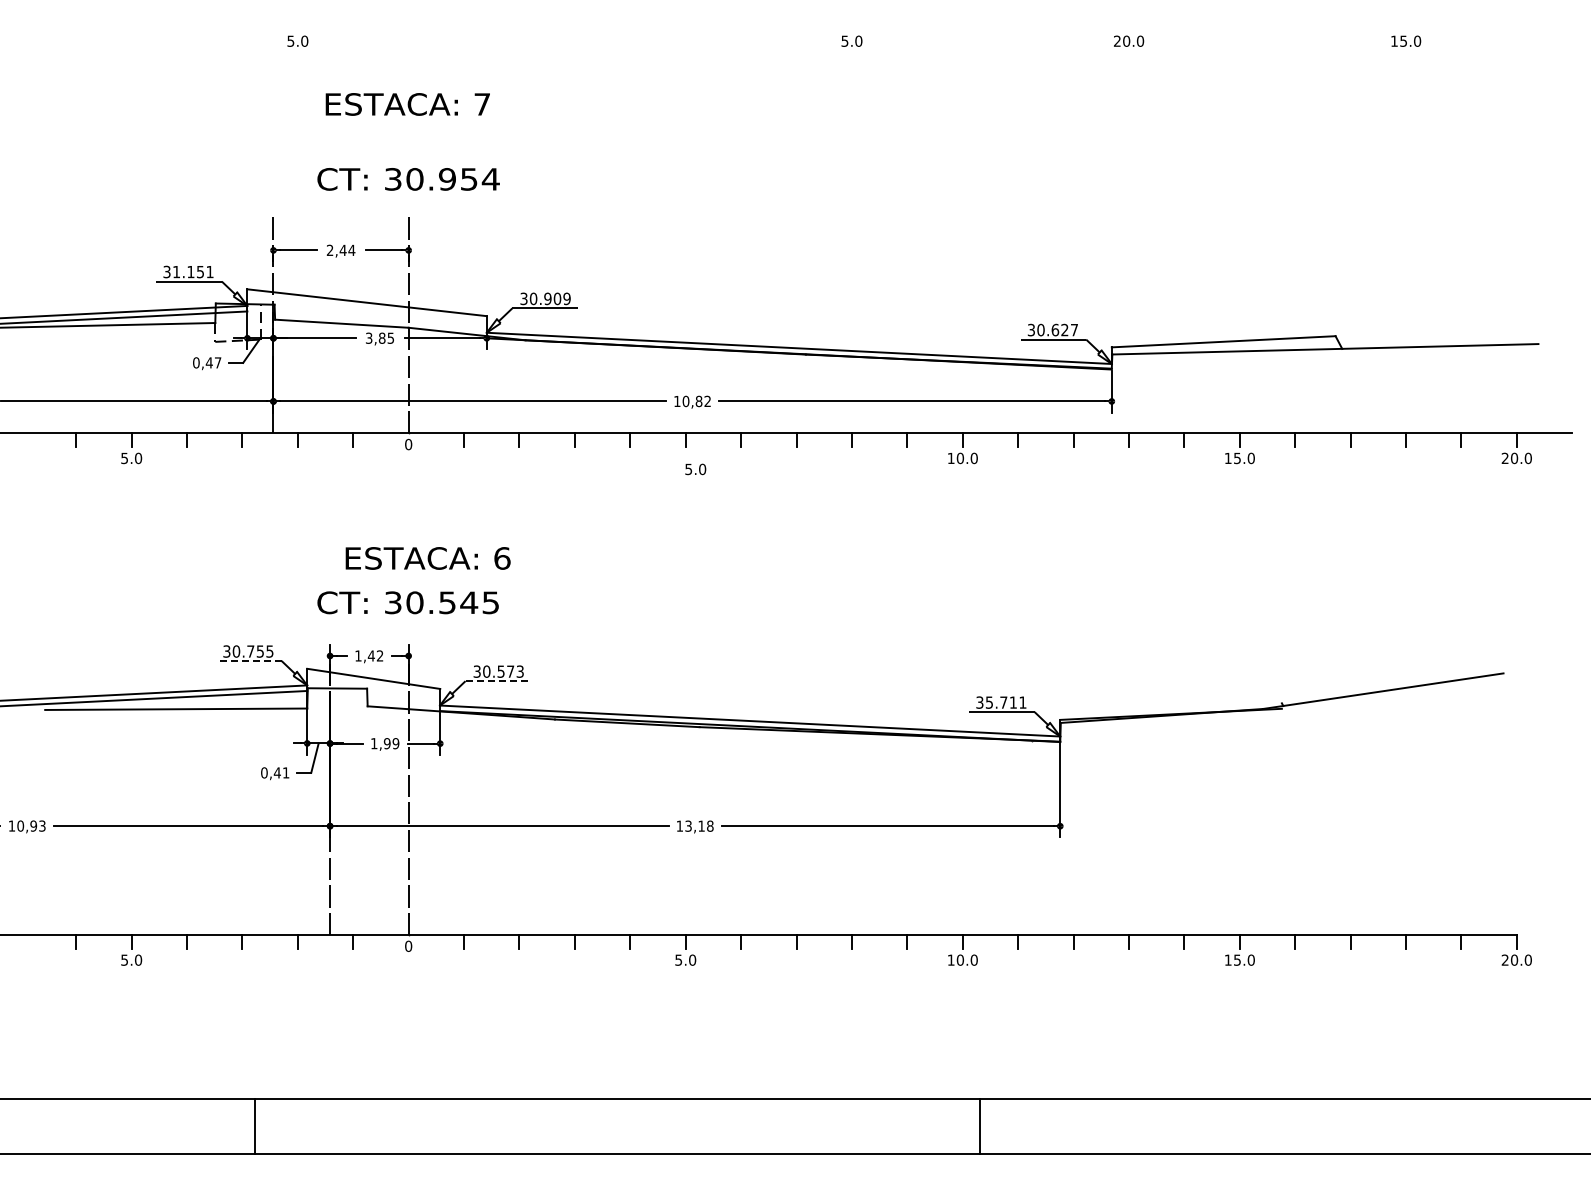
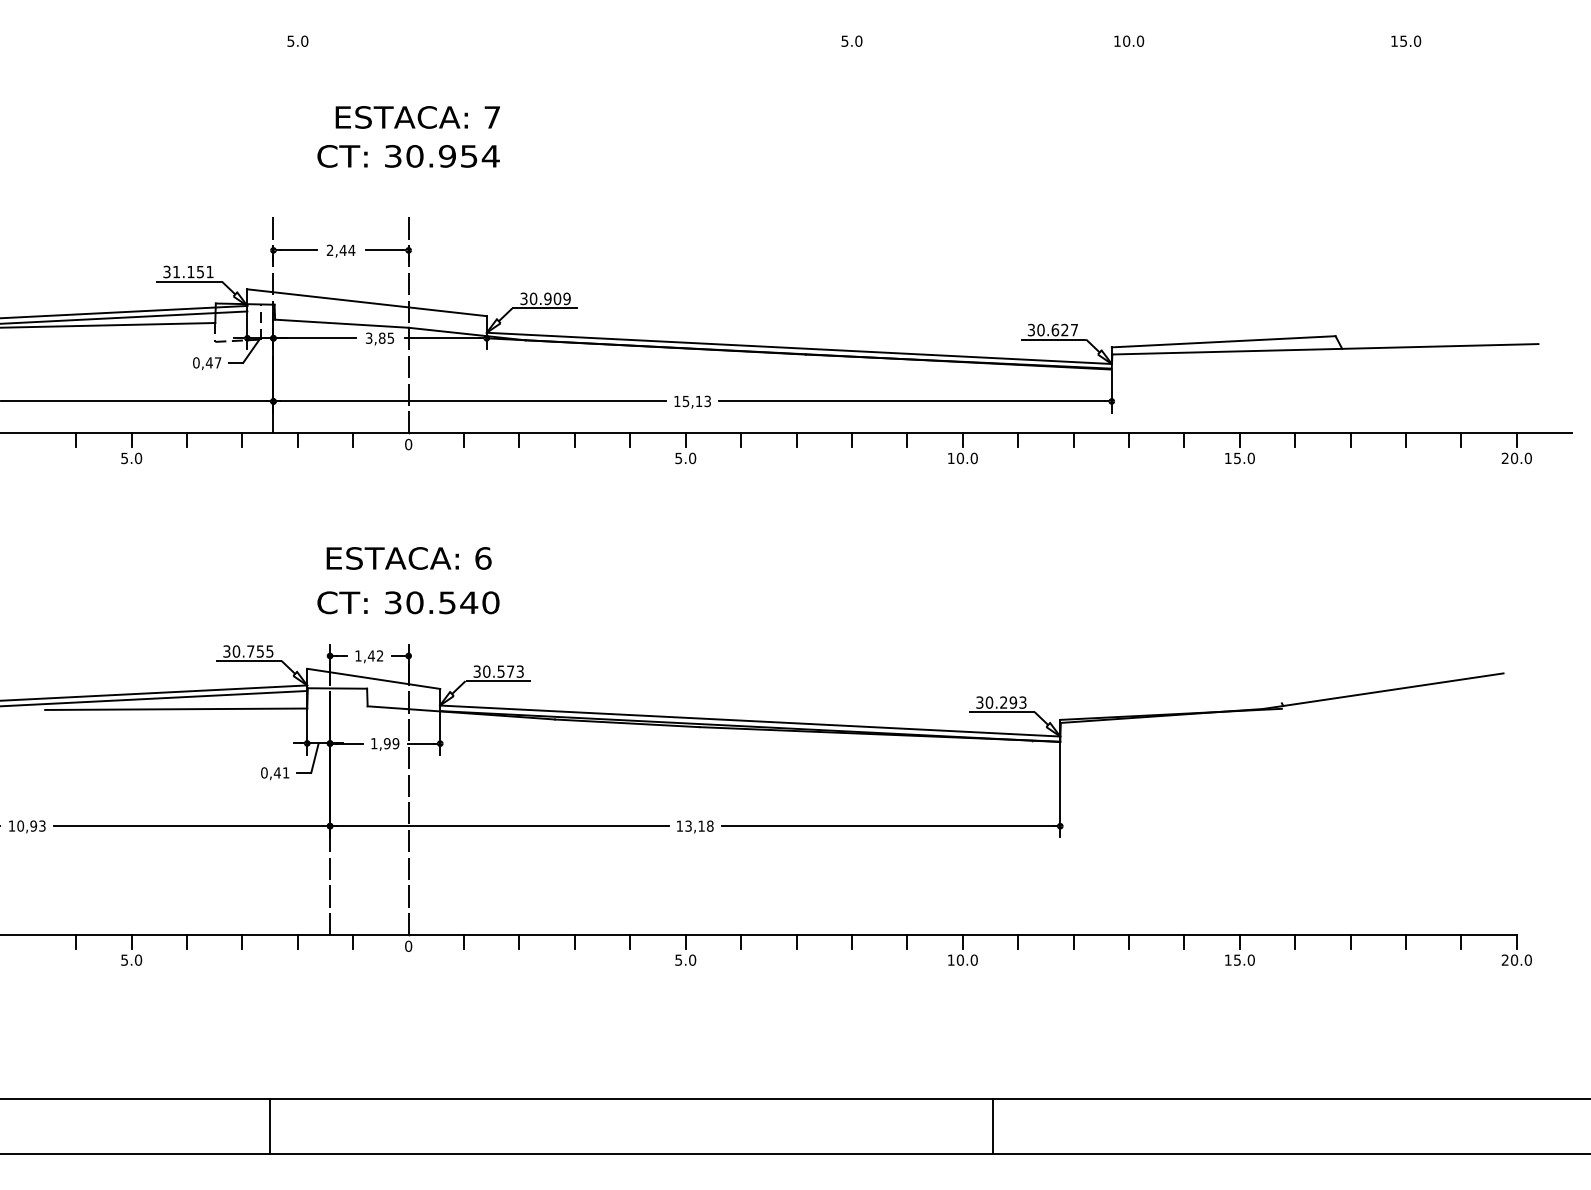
text at (1117, 40): 20.0 -> 10.0
text at (407, 104) position: (407, 104) -> (417, 117)
text at (408, 179) position: (408, 179) -> (408, 156)
text at (696, 401): 10,82 -> 15,13
text at (695, 469) position: (695, 469) -> (685, 458)
text at (427, 558) position: (427, 558) -> (408, 558)
text at (490, 602): 30.545 -> 30.540
line at (248, 661): dashed -> solid
line at (498, 681): dashed -> solid
text at (1005, 702): 35.711 -> 30.293
line at (255, 1126) position: (255, 1126) -> (270, 1126)
line at (980, 1126) position: (980, 1126) -> (993, 1126)
